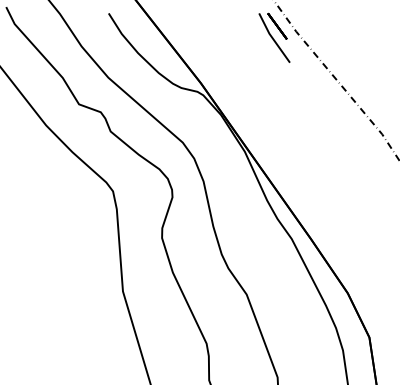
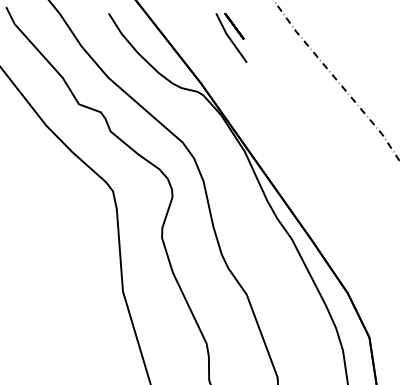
part at (274, 37) position: (274, 37) -> (231, 37)
